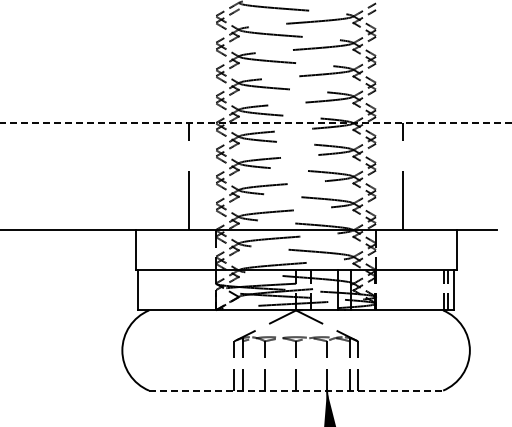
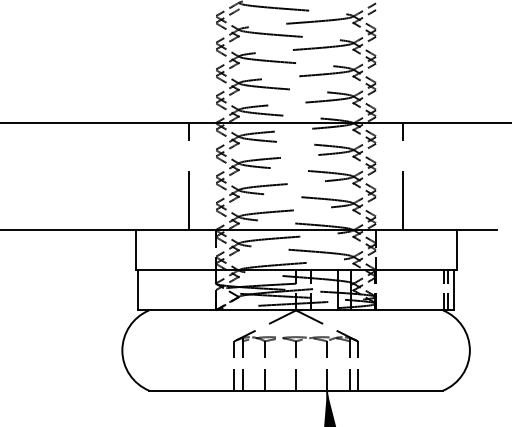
line at (255, 123): dashed -> solid
line at (296, 390): dashed -> solid
